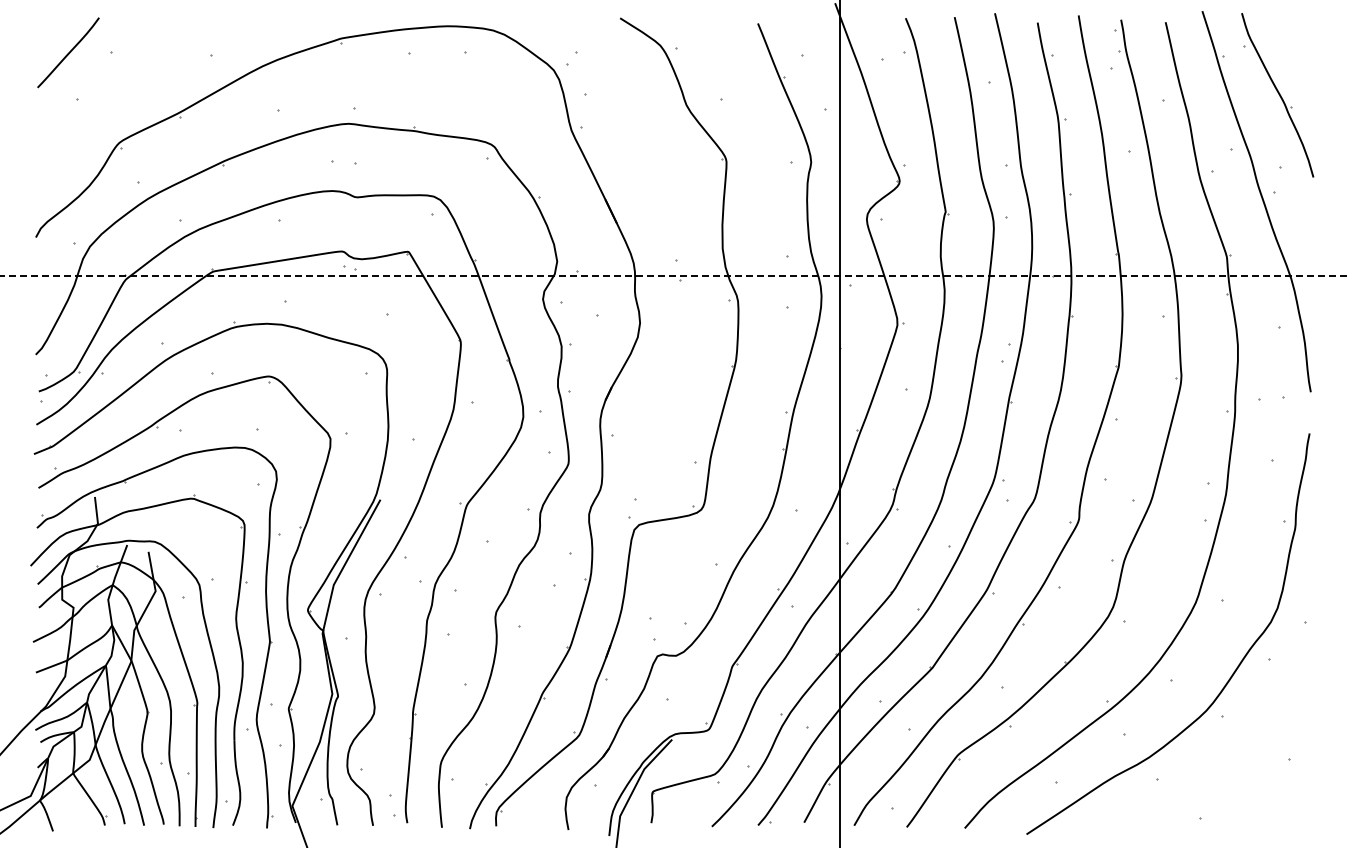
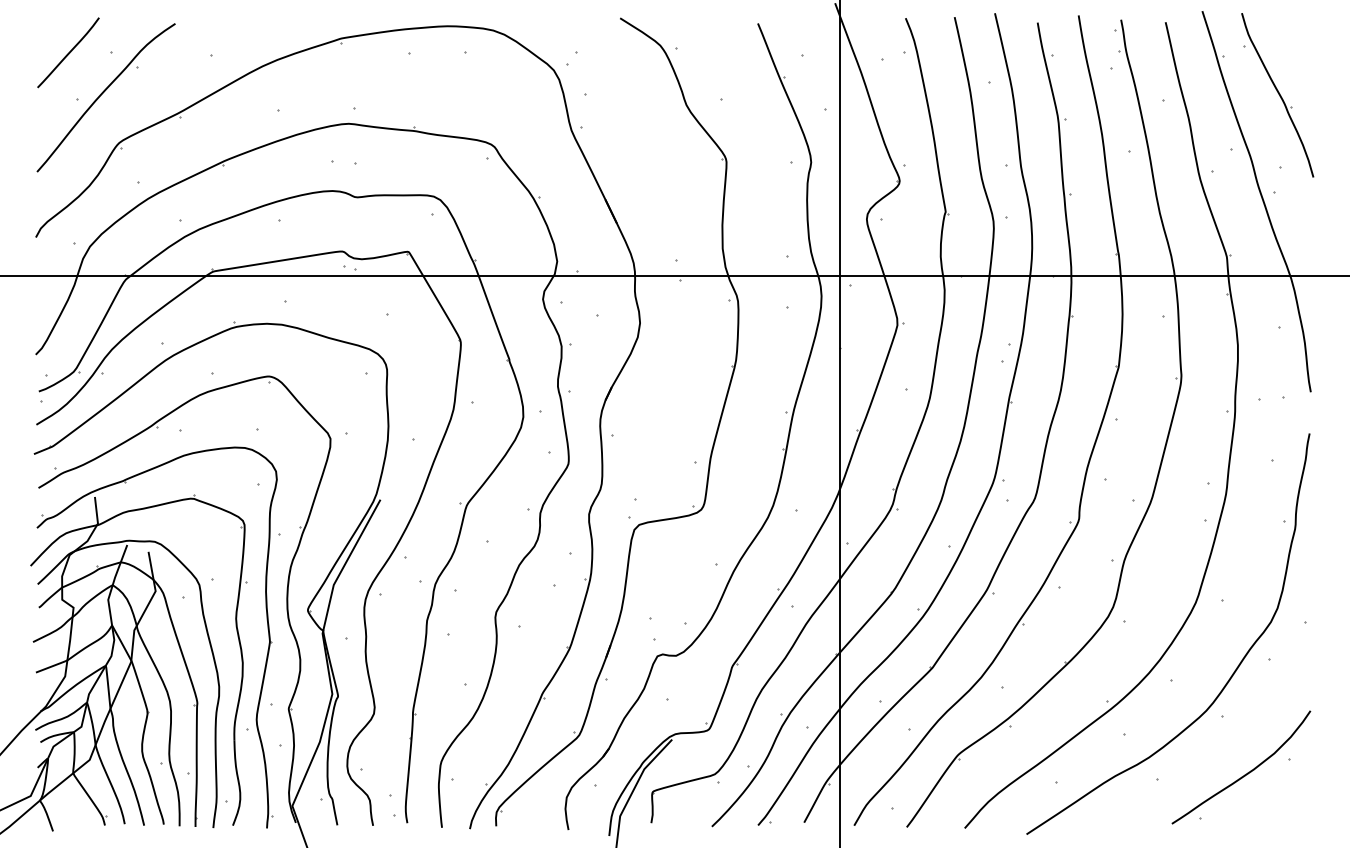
part at (105, 97): none -> present
line at (675, 276): dashed -> solid
curve at (1244, 774): none -> present
